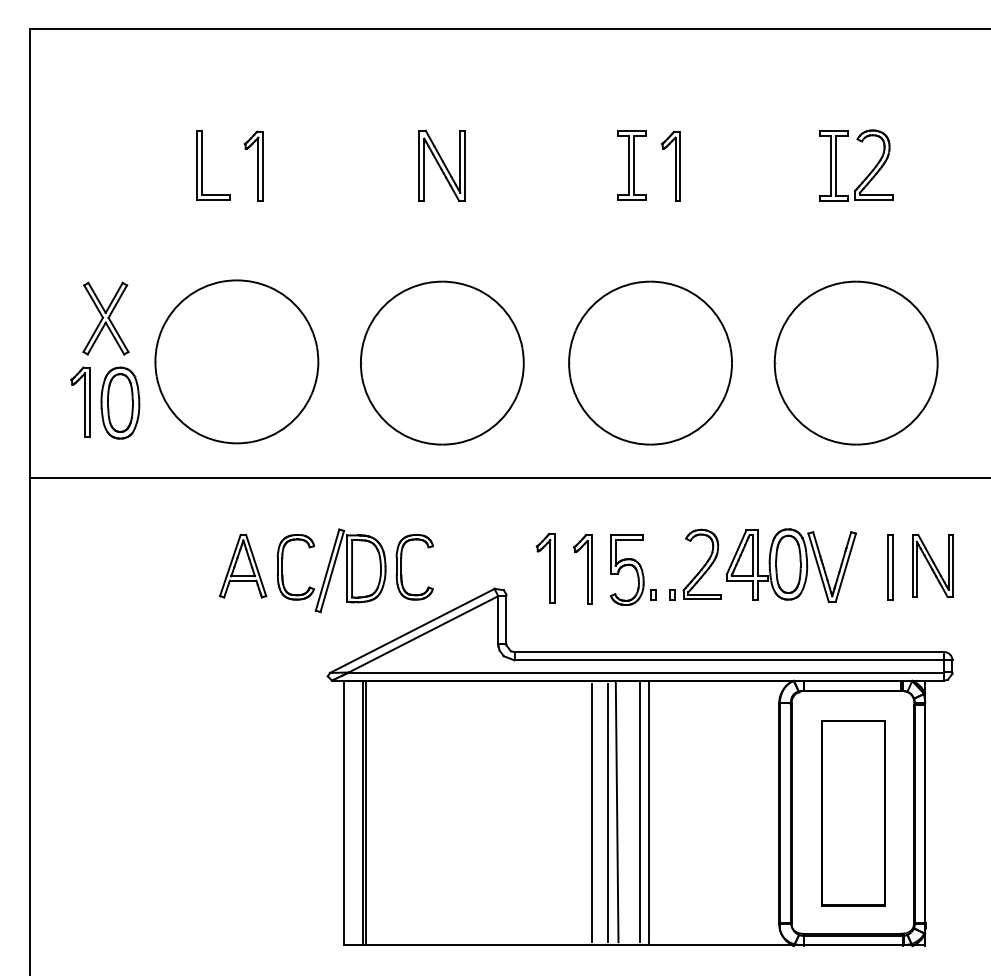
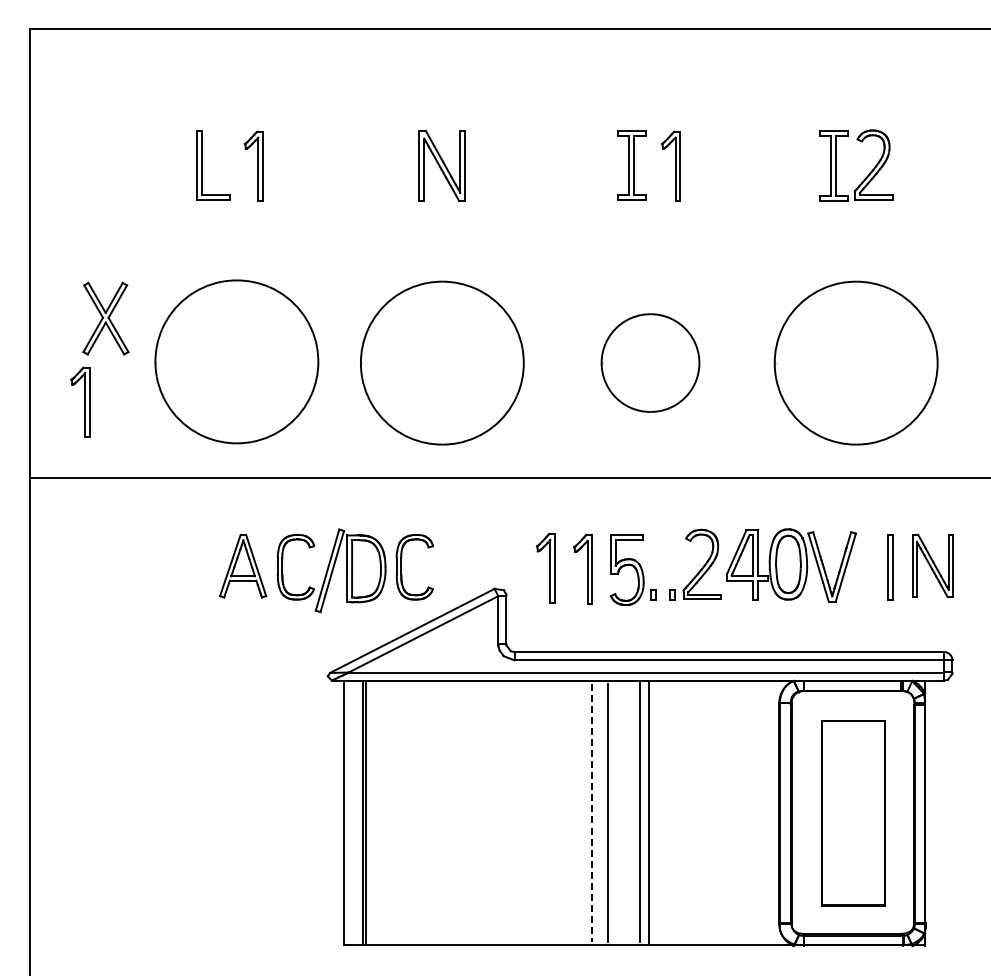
part at (650, 362) size: 165x166 px -> 101x100 px
part at (120, 402): present -> none
line at (616, 811): present -> none
line at (591, 813): solid -> dashed
